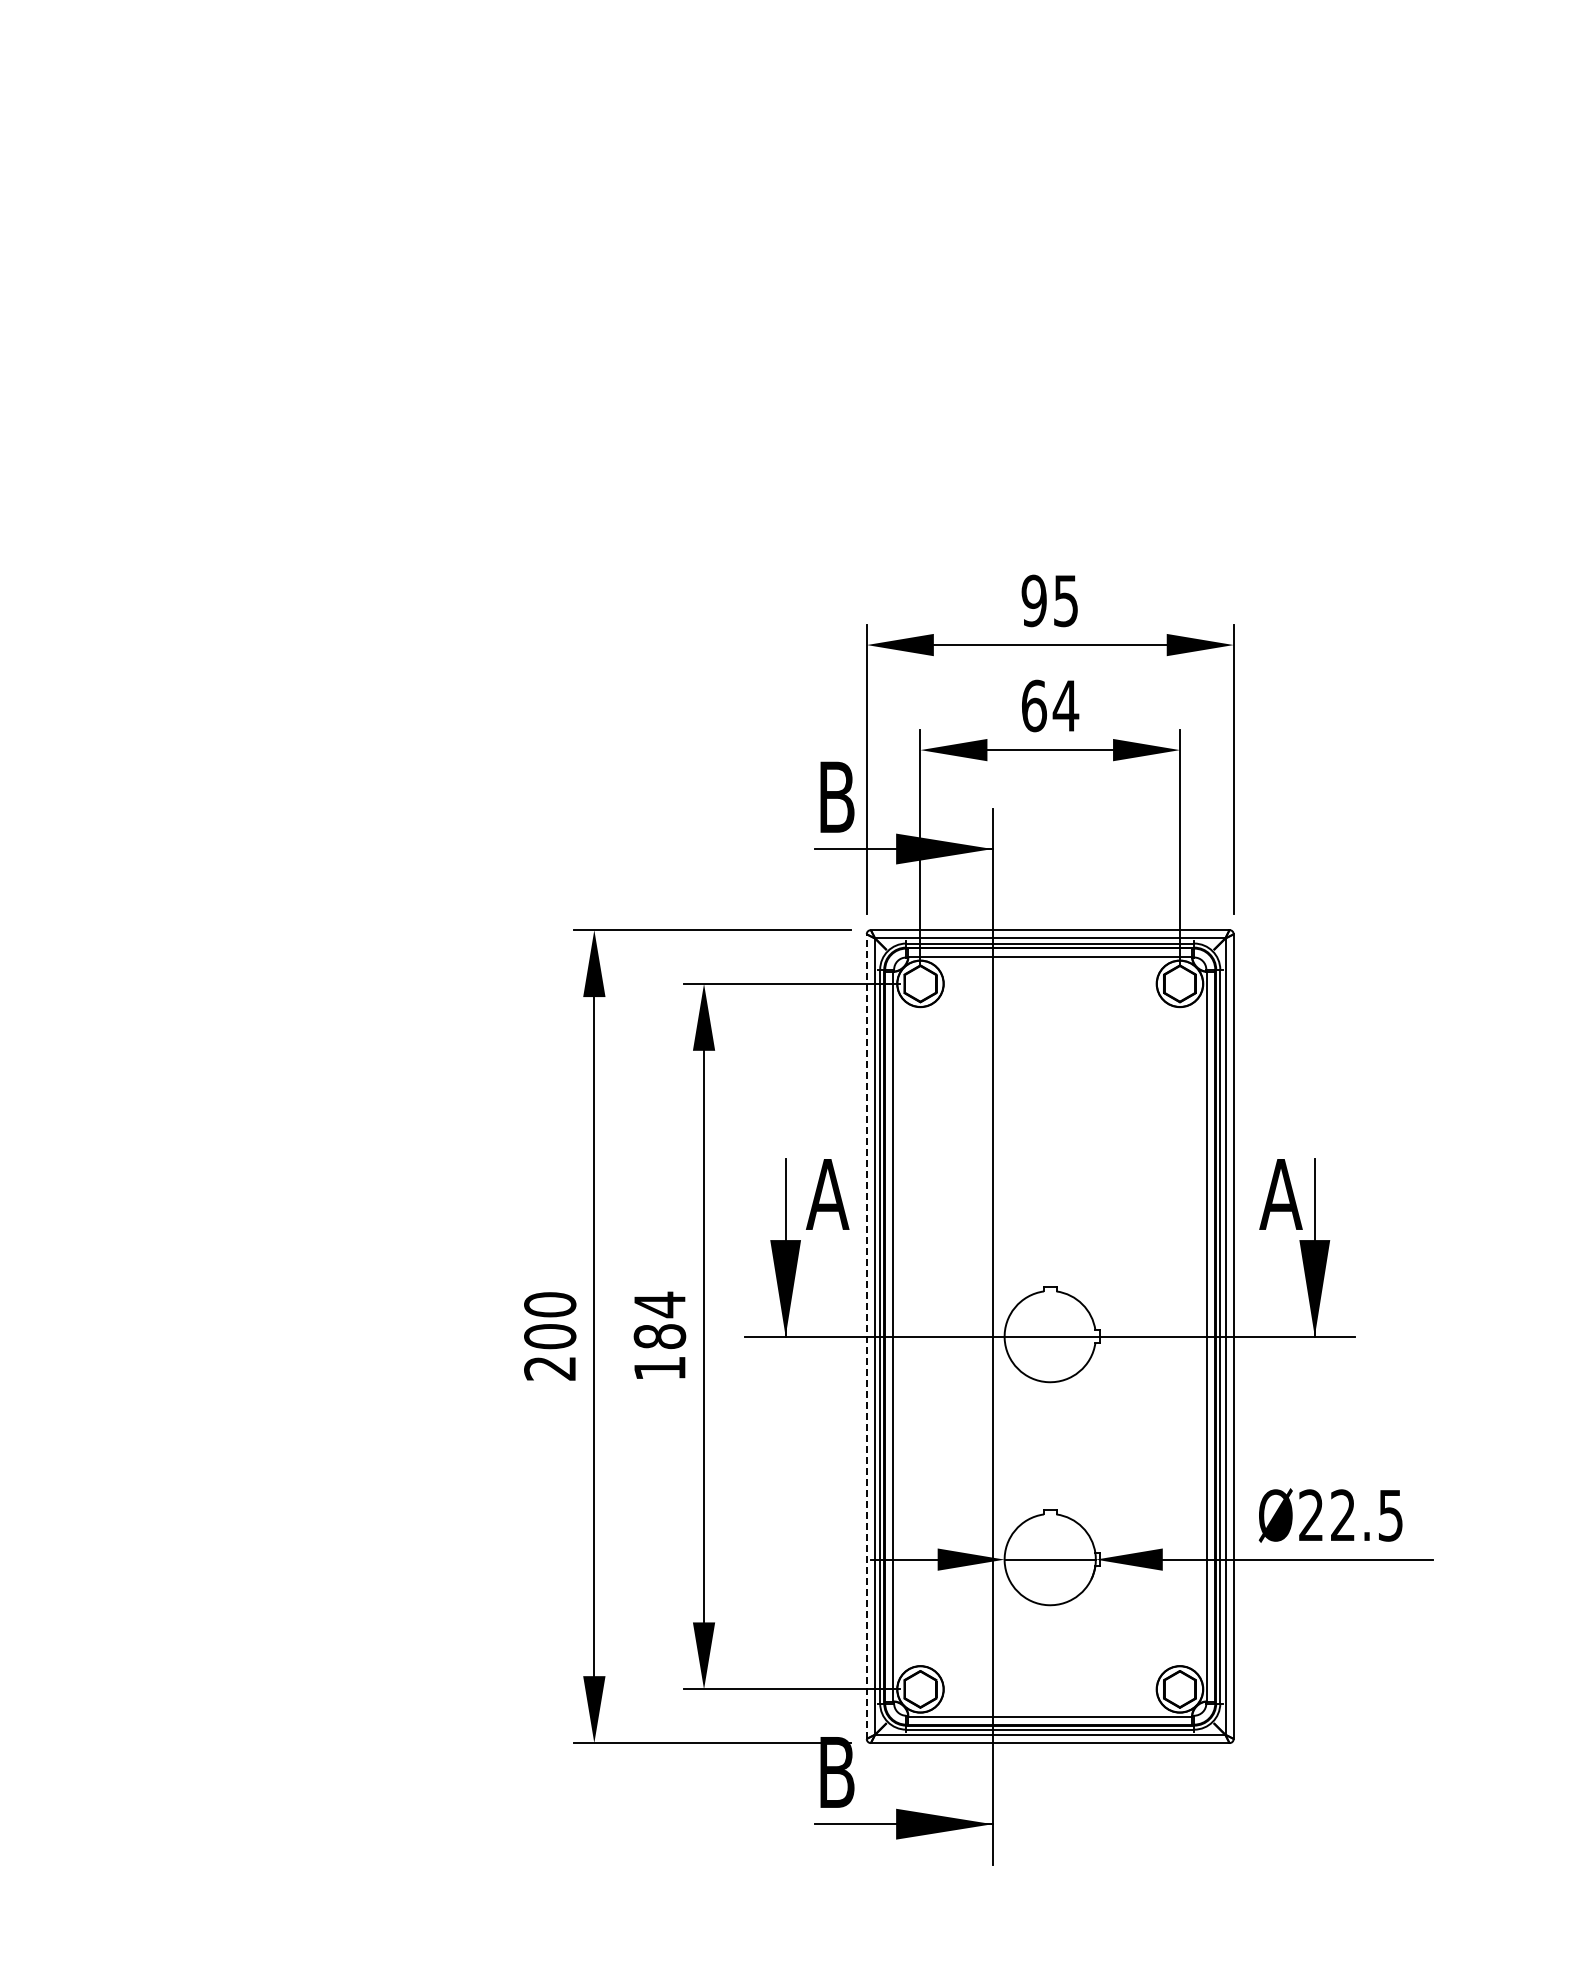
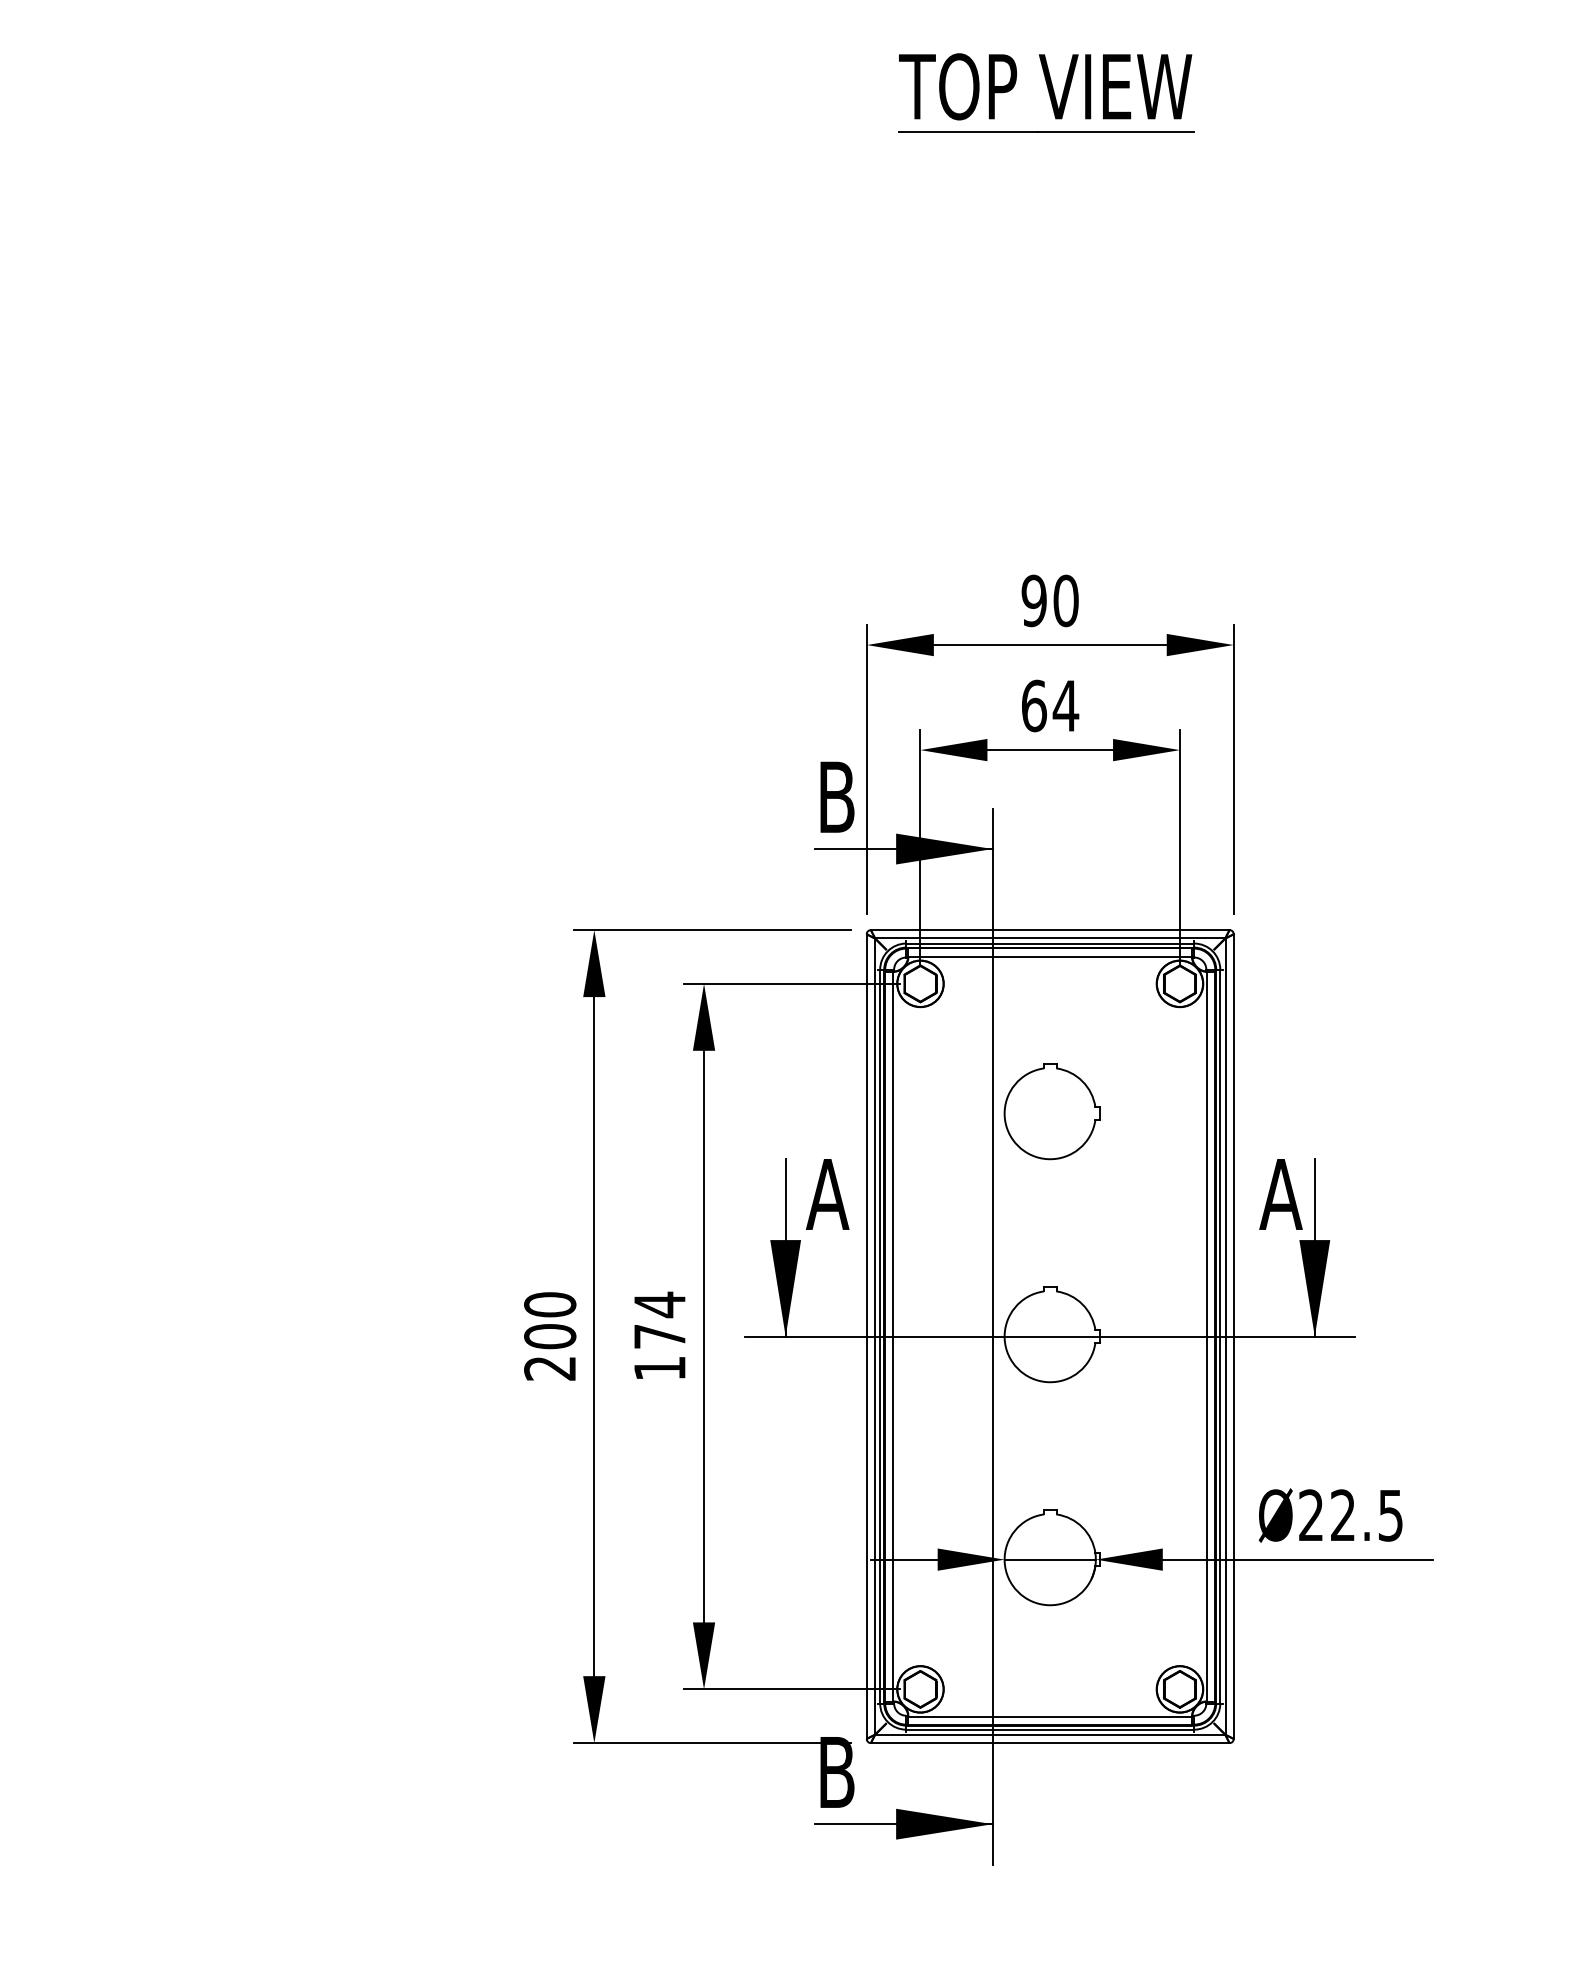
part at (1046, 92): none -> present
text at (1065, 600): 95 -> 90
part at (1051, 1111): none -> present
text at (659, 1336): 184 -> 174
line at (866, 1336): dashed -> solid
